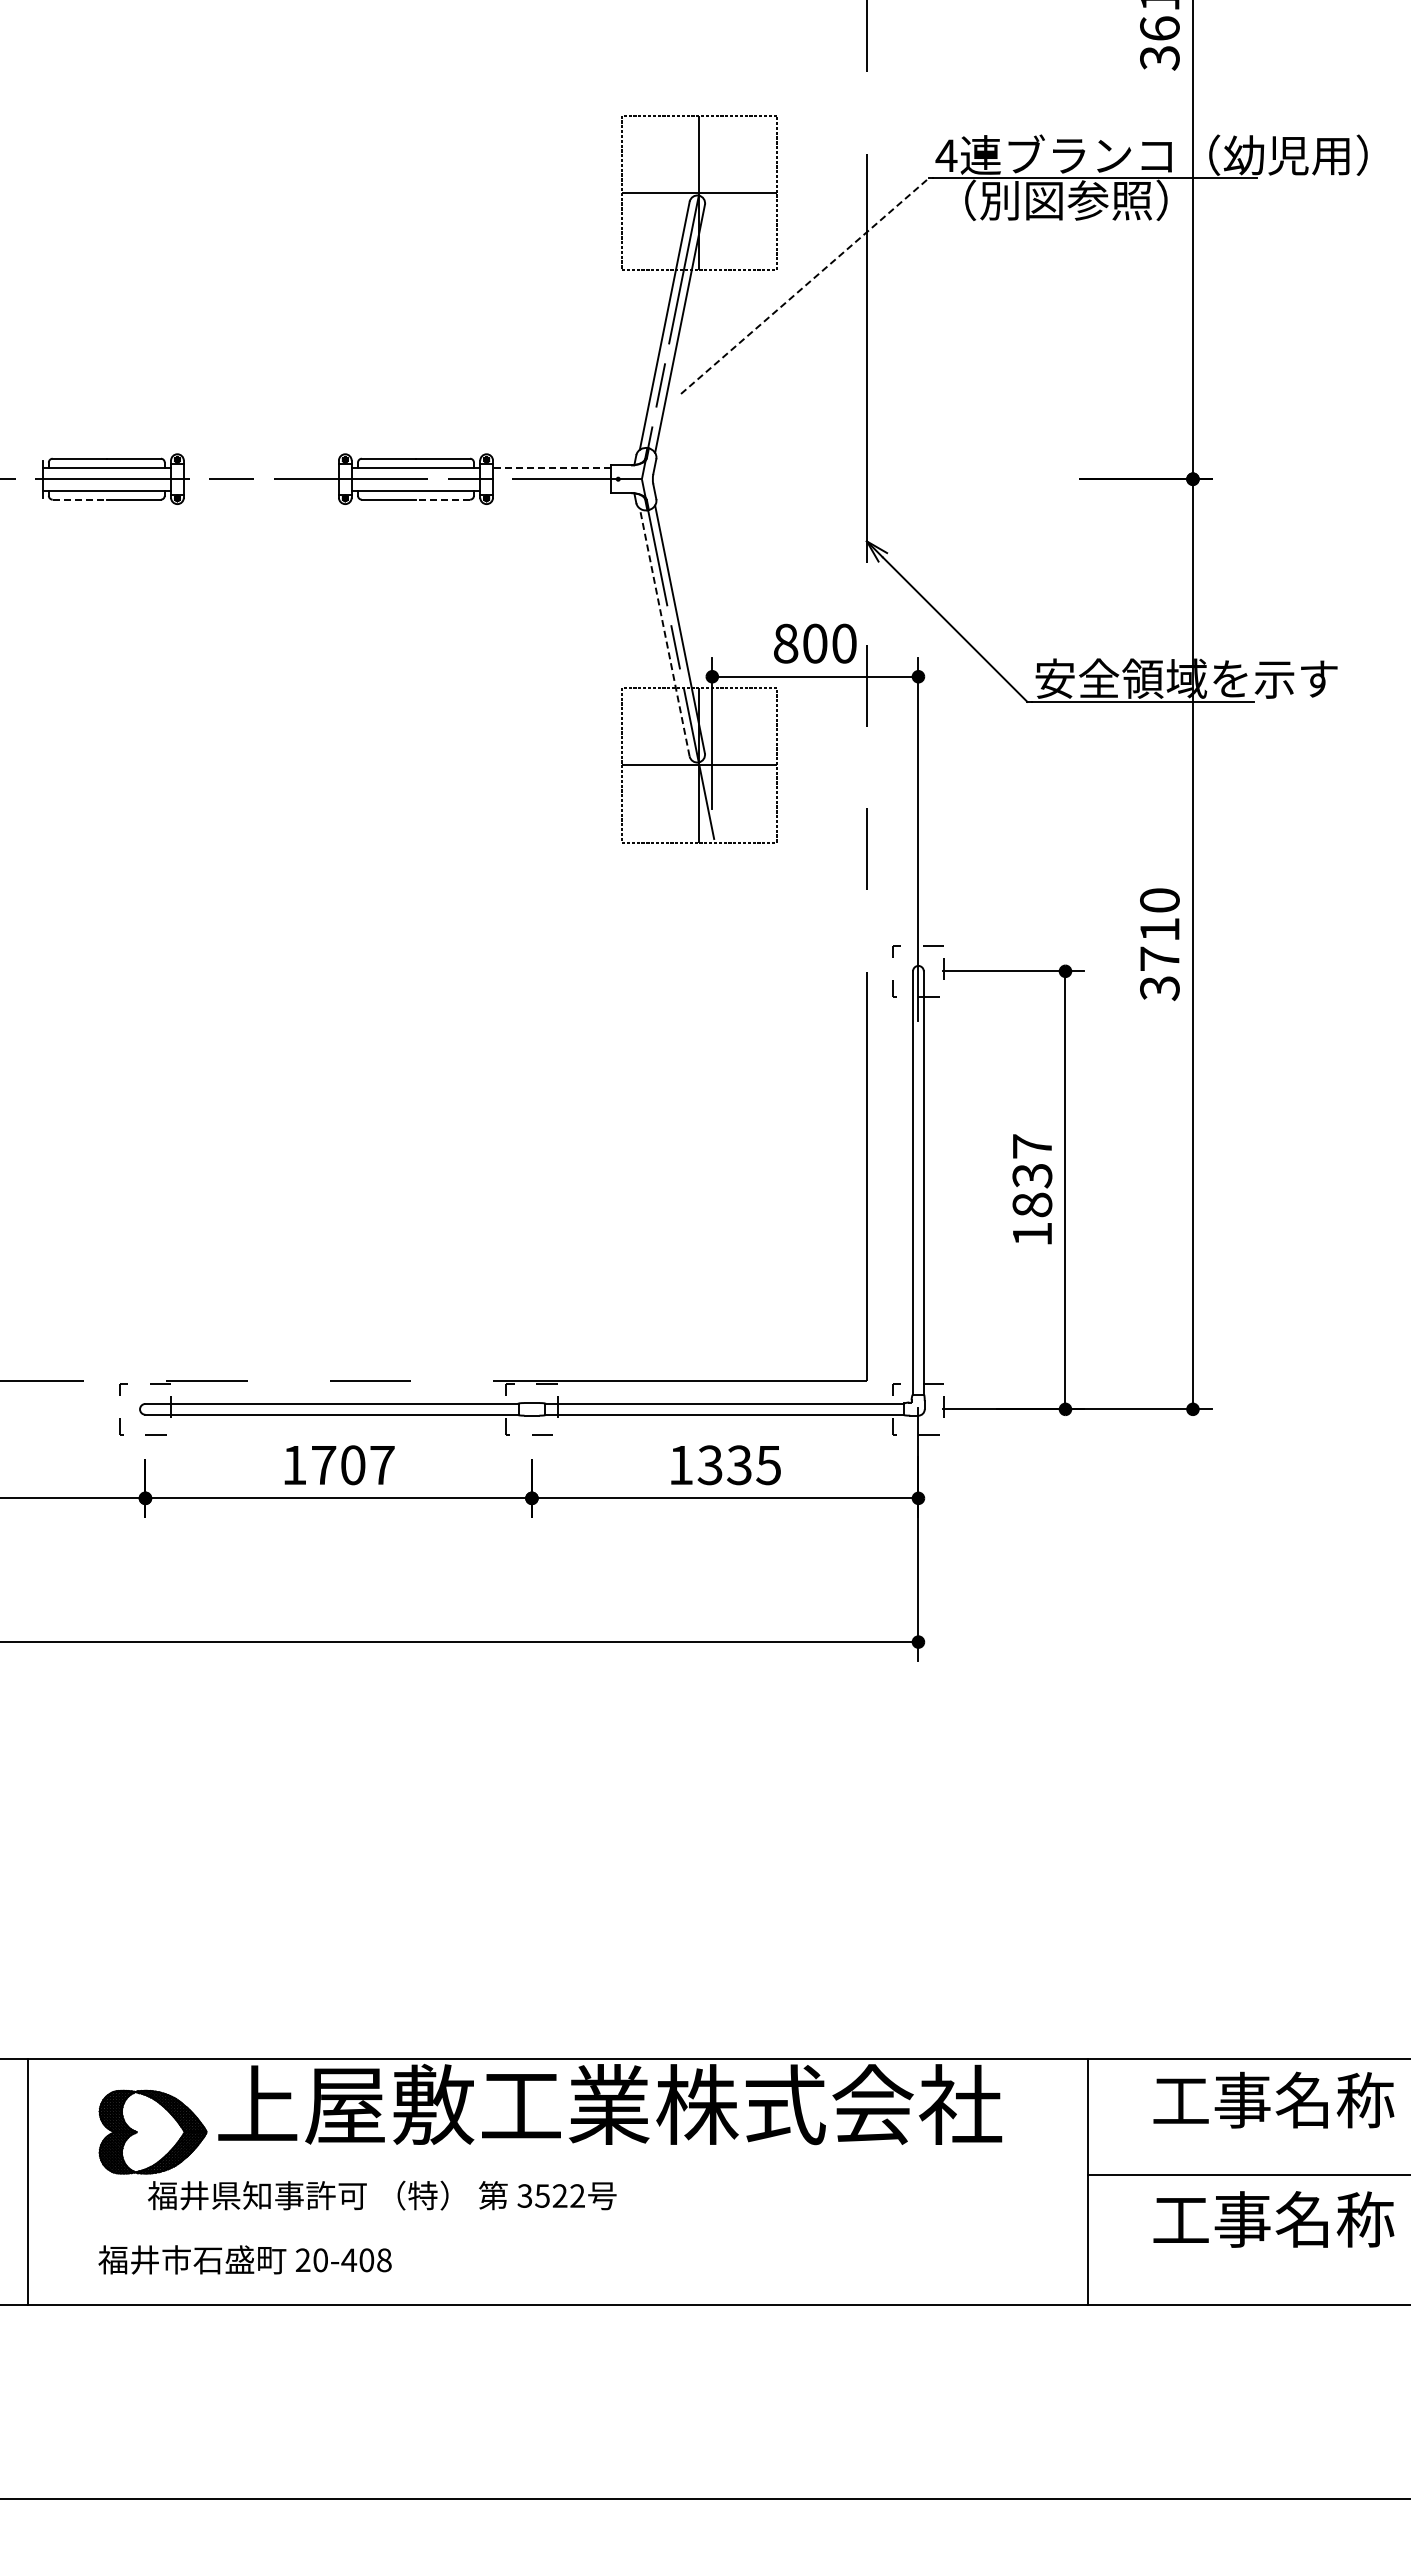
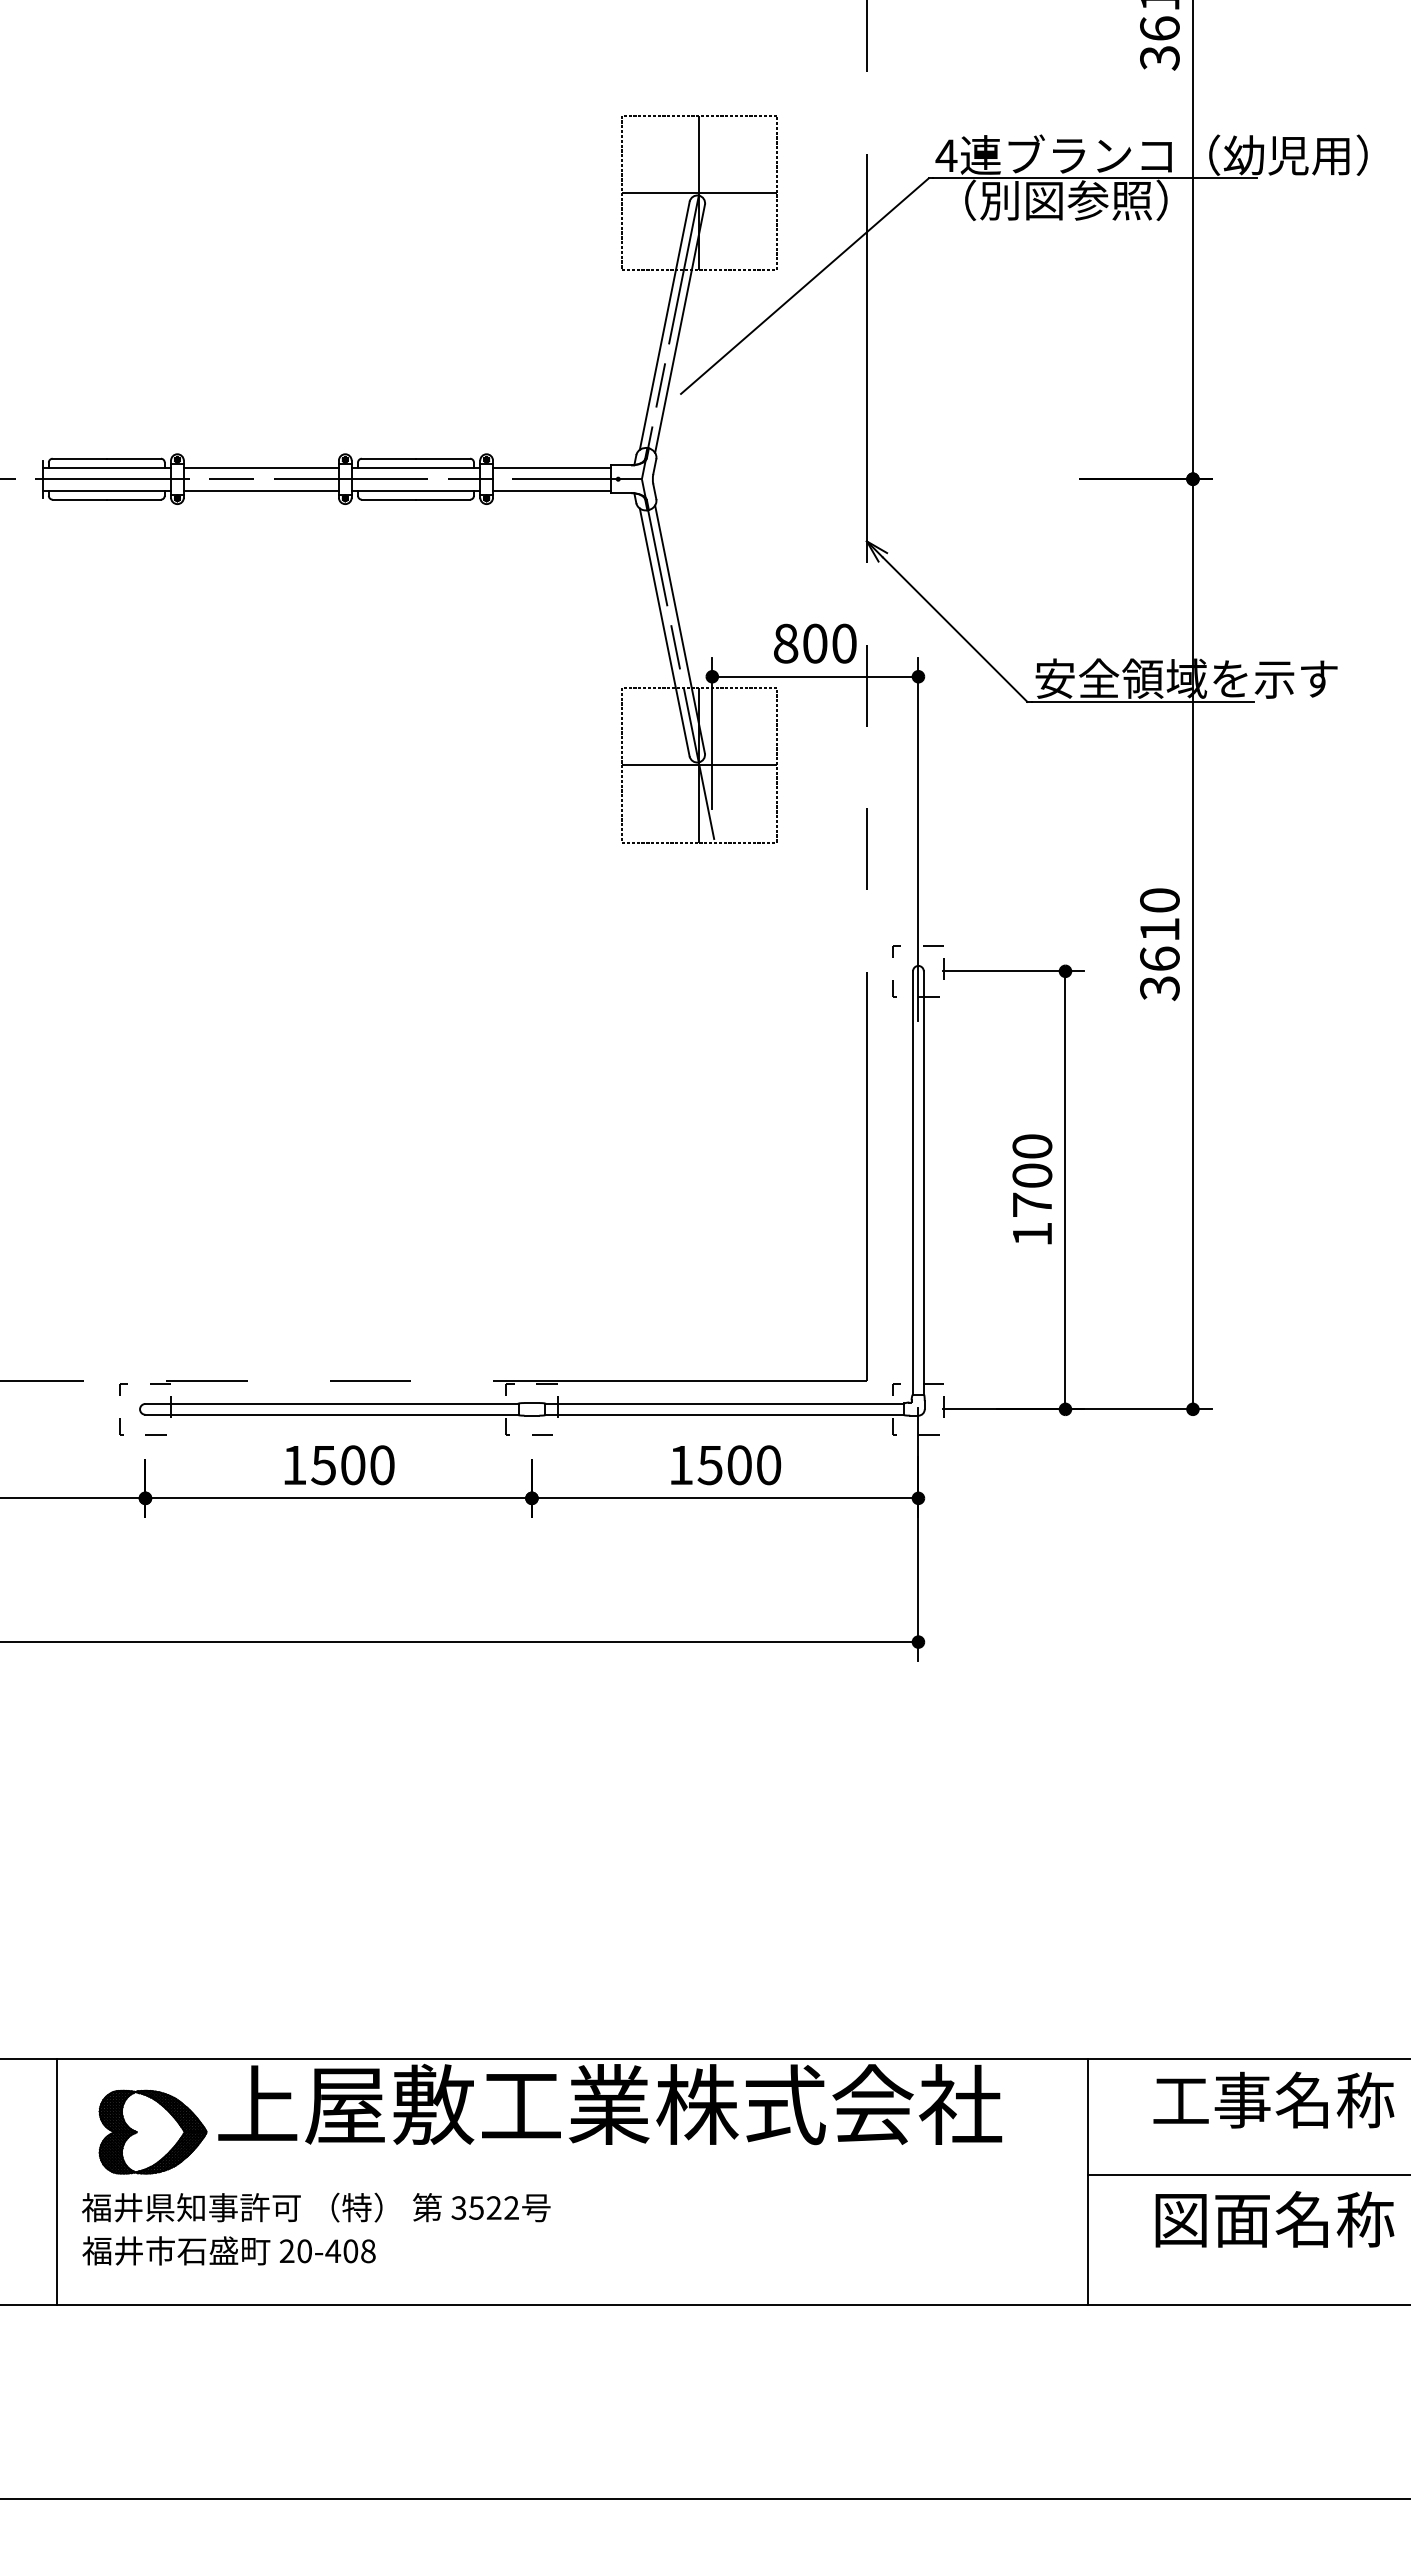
line at (805, 285): dashed -> solid
line at (260, 467): none -> present
line at (551, 467): dashed -> solid
line at (260, 490): none -> present
line at (551, 490): none -> present
line at (80, 499): dashed -> solid
line at (442, 499): dashed -> solid
line at (664, 631): dashed -> solid
text at (1159, 958): 3710 -> 3610
text at (1032, 1175): 1837 -> 1700
text at (352, 1465): 1707 -> 1500
text at (739, 1465): 1335 -> 1500
line at (28, 2182) position: (28, 2182) -> (57, 2182)
text at (382, 2195) position: (382, 2195) -> (316, 2207)
text at (1211, 2219): 工事名称 -> 図面名称
text at (244, 2259) position: (244, 2259) -> (228, 2250)
